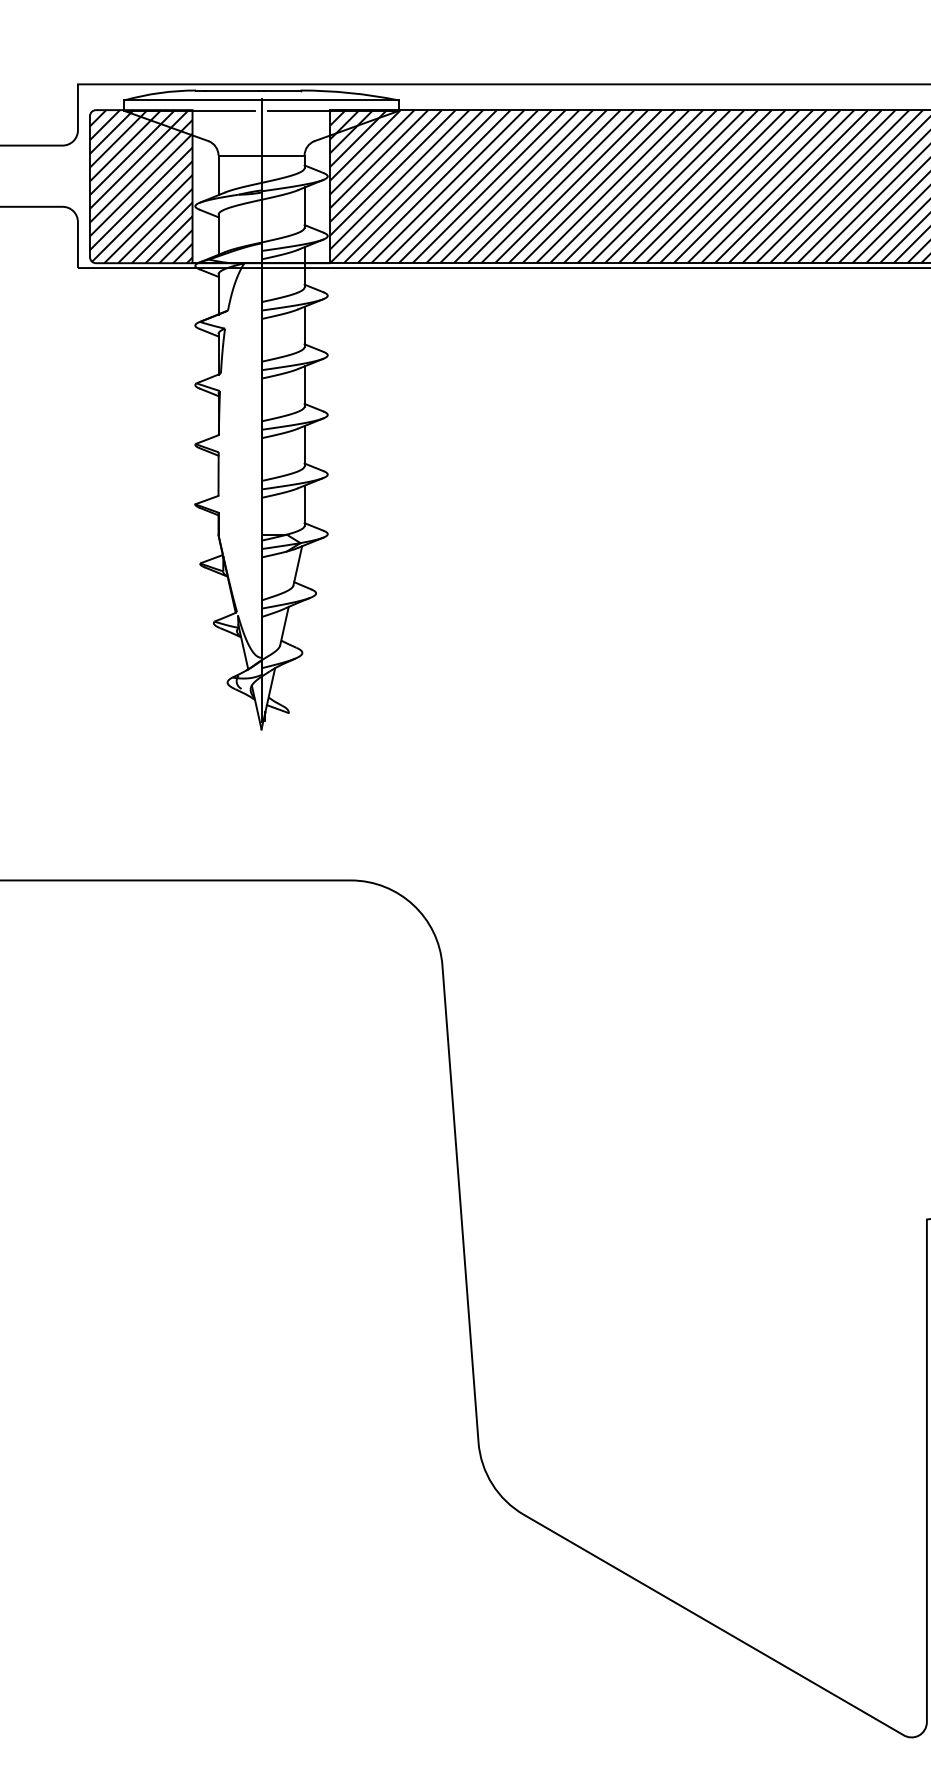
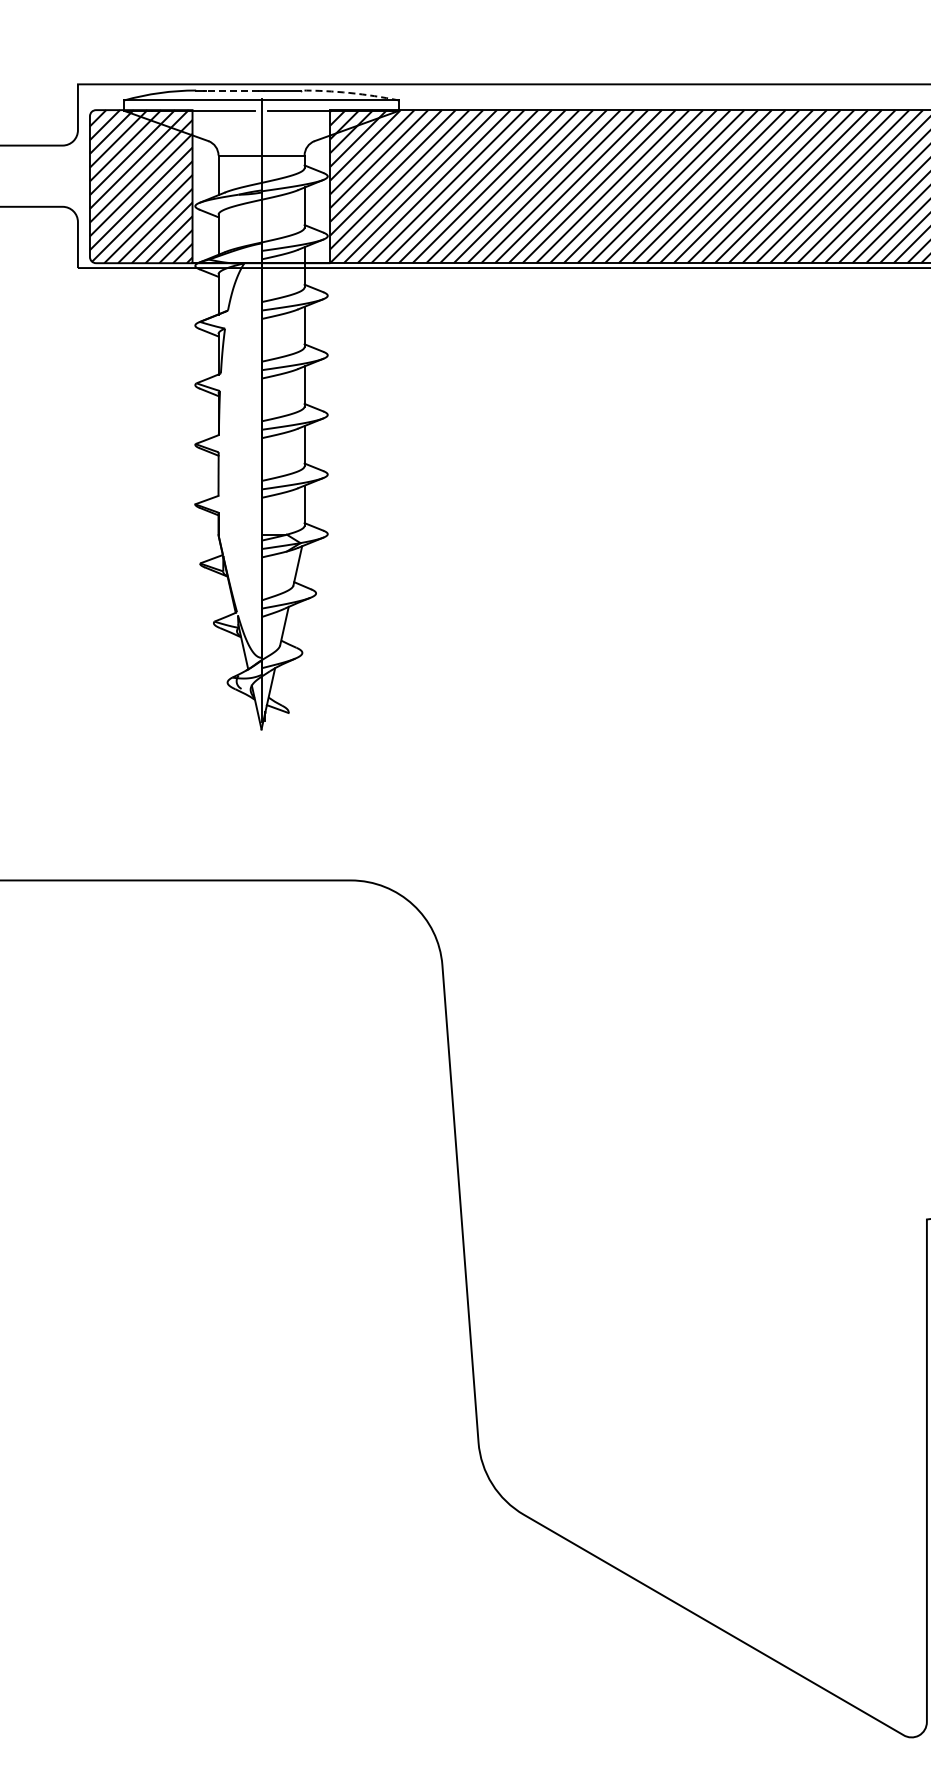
line at (232, 90): solid -> dashed
arc at (349, 93): solid -> dashed
